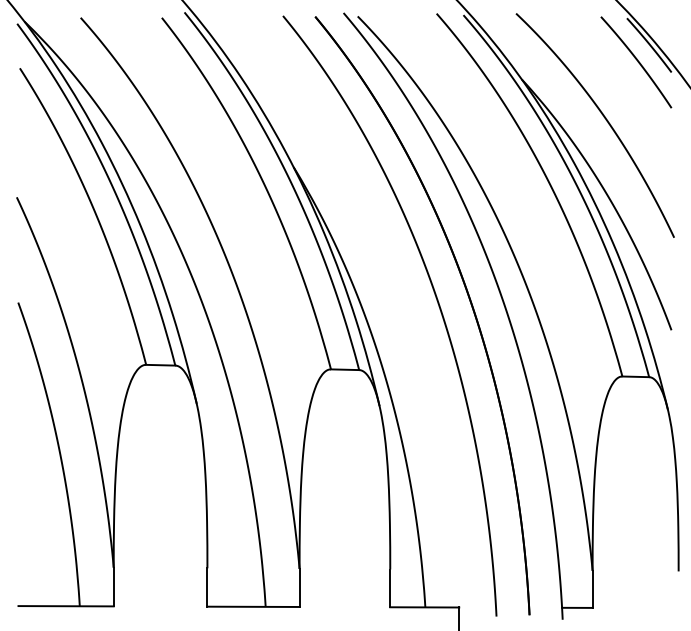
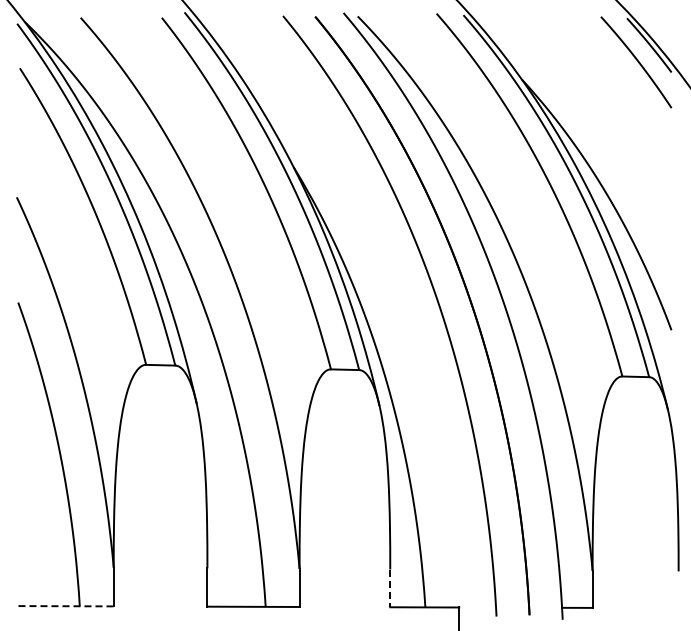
curve at (603, 117): present -> none
line at (390, 588): solid -> dashed
line at (66, 606): solid -> dashed
